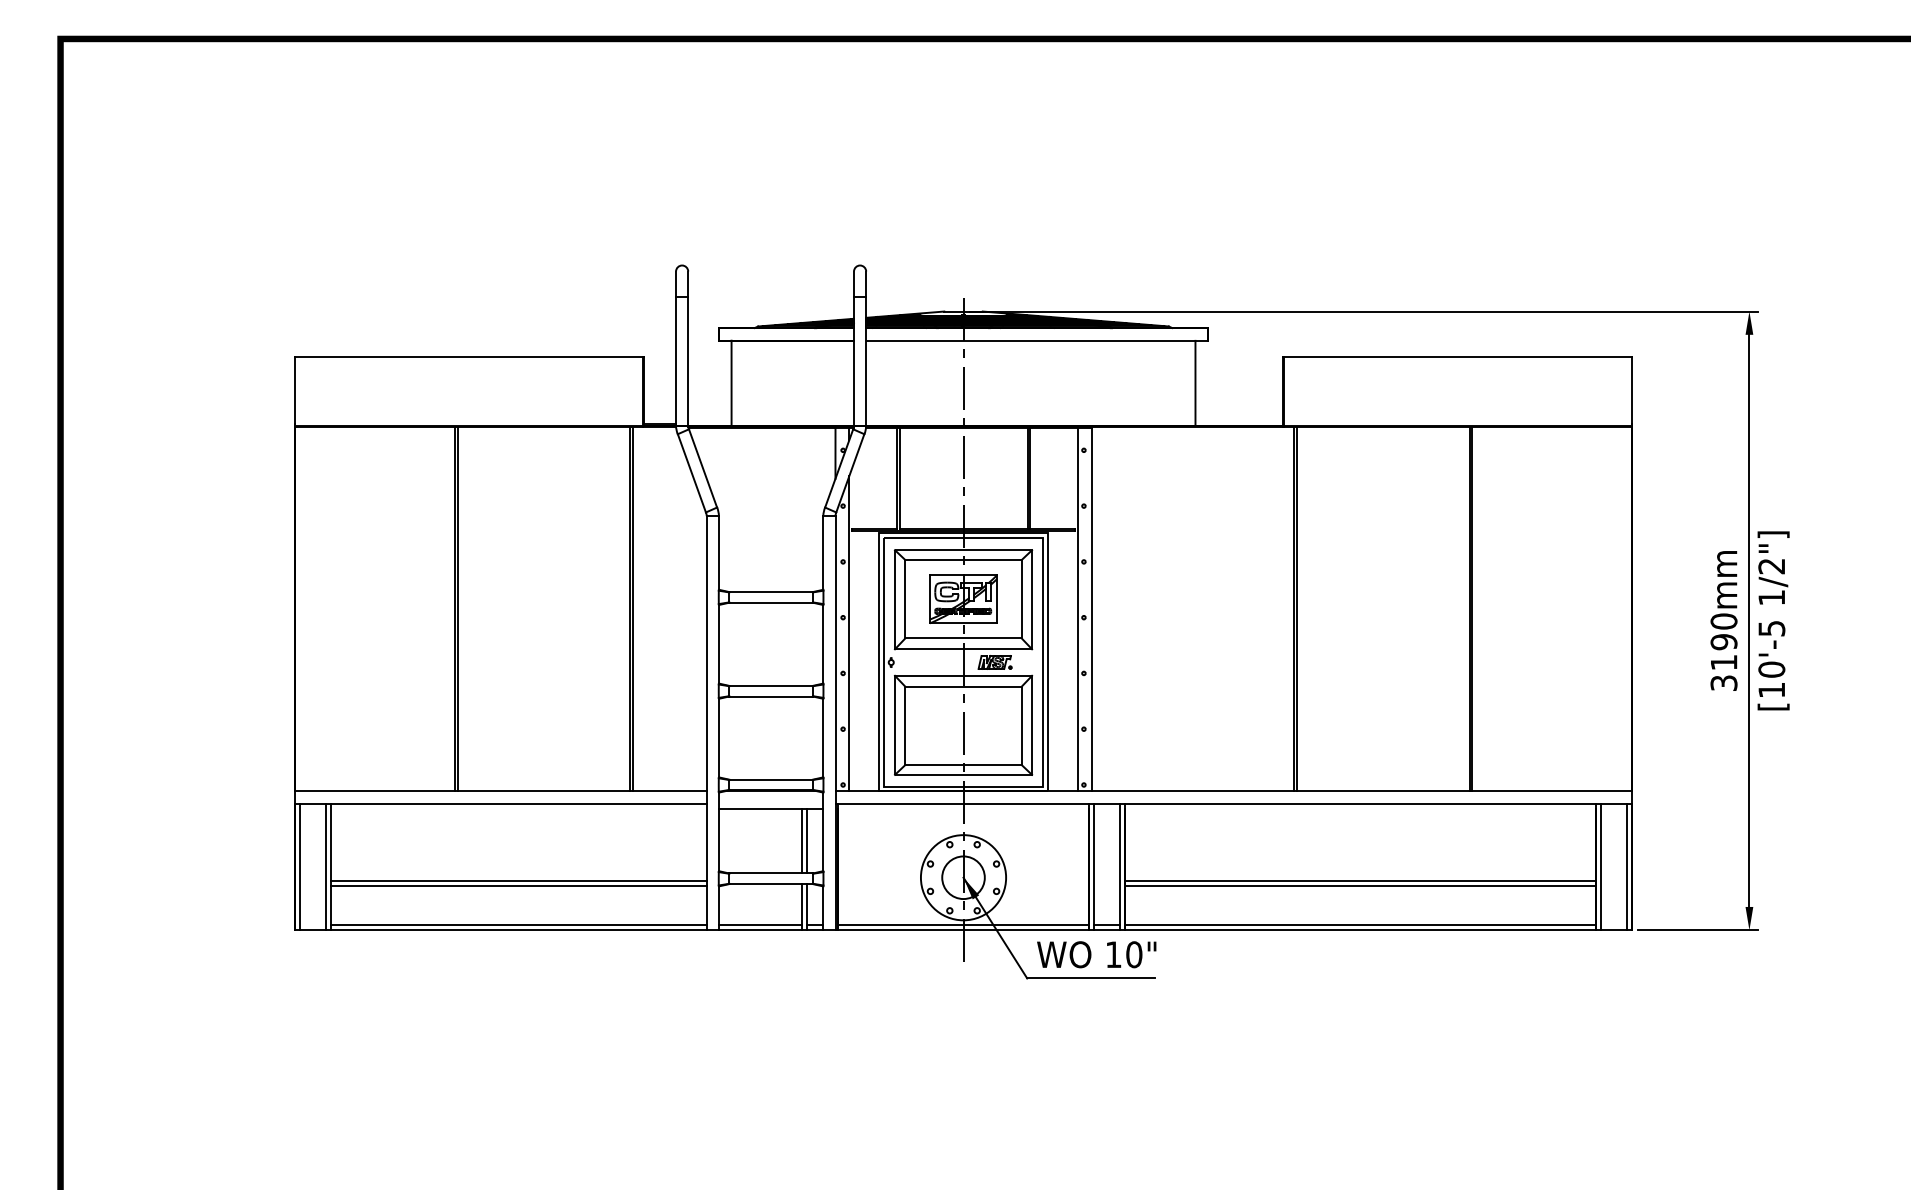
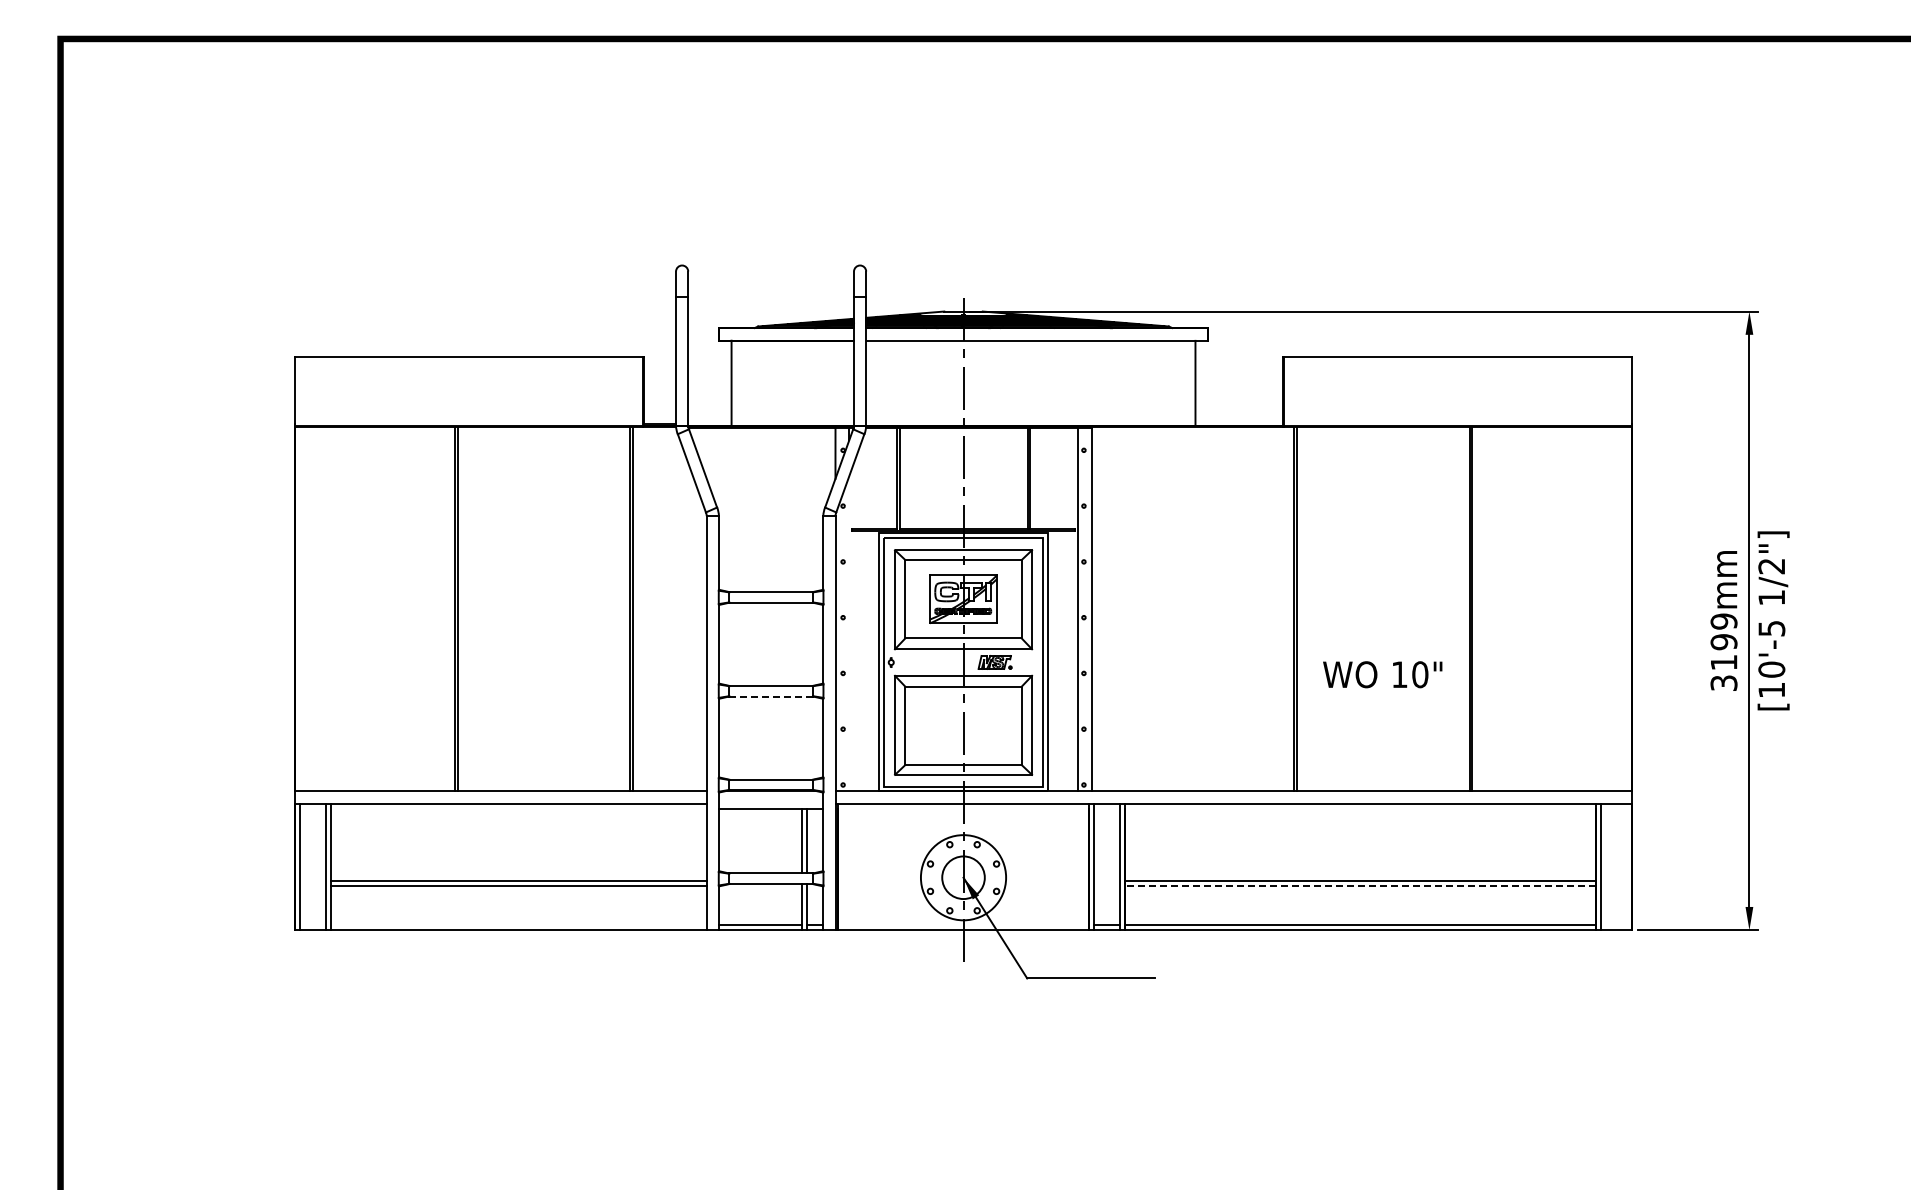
text at (1723, 621): 3190mm -> 3199mm
line at (849, 632): present -> none
line at (771, 696): solid -> dashed
line at (1626, 866): present -> none
line at (1360, 886): solid -> dashed
line at (518, 925): present -> none
line at (963, 925): present -> none
text at (1096, 954) position: (1096, 954) -> (1382, 674)
